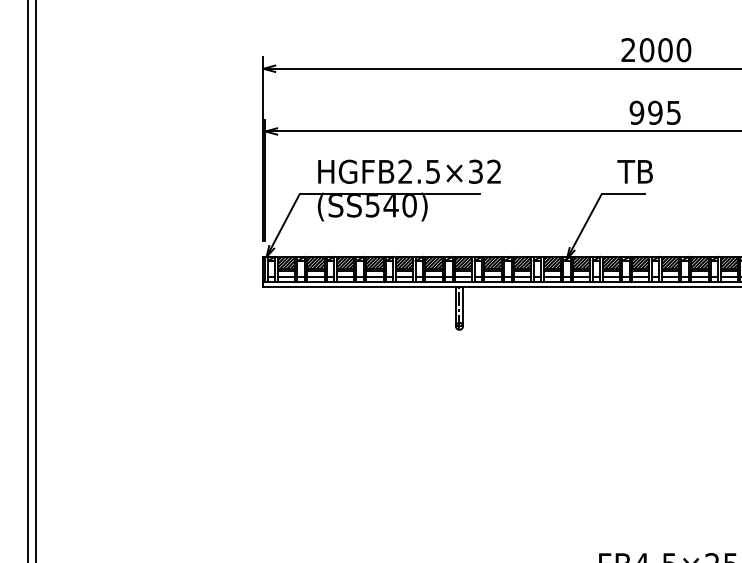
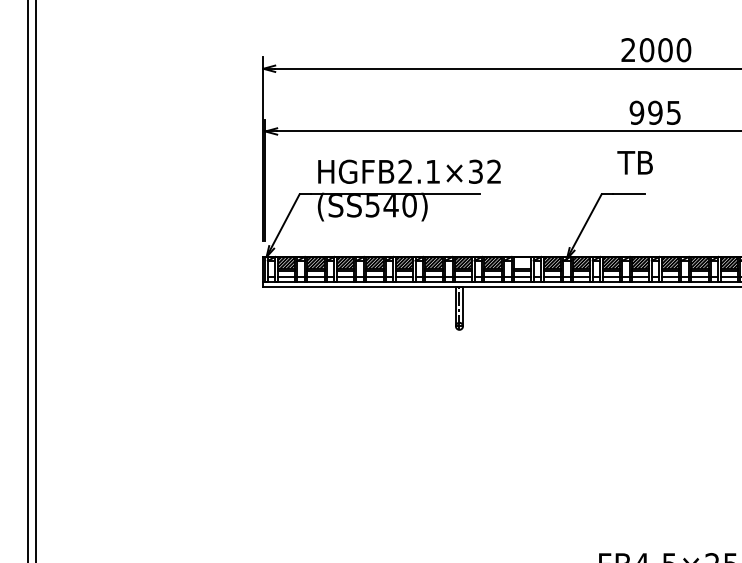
text at (432, 171): HGFB2.5×32 -> HGFB2.1×32
text at (634, 171) position: (634, 171) -> (634, 162)
hatch at (522, 262): present -> none
